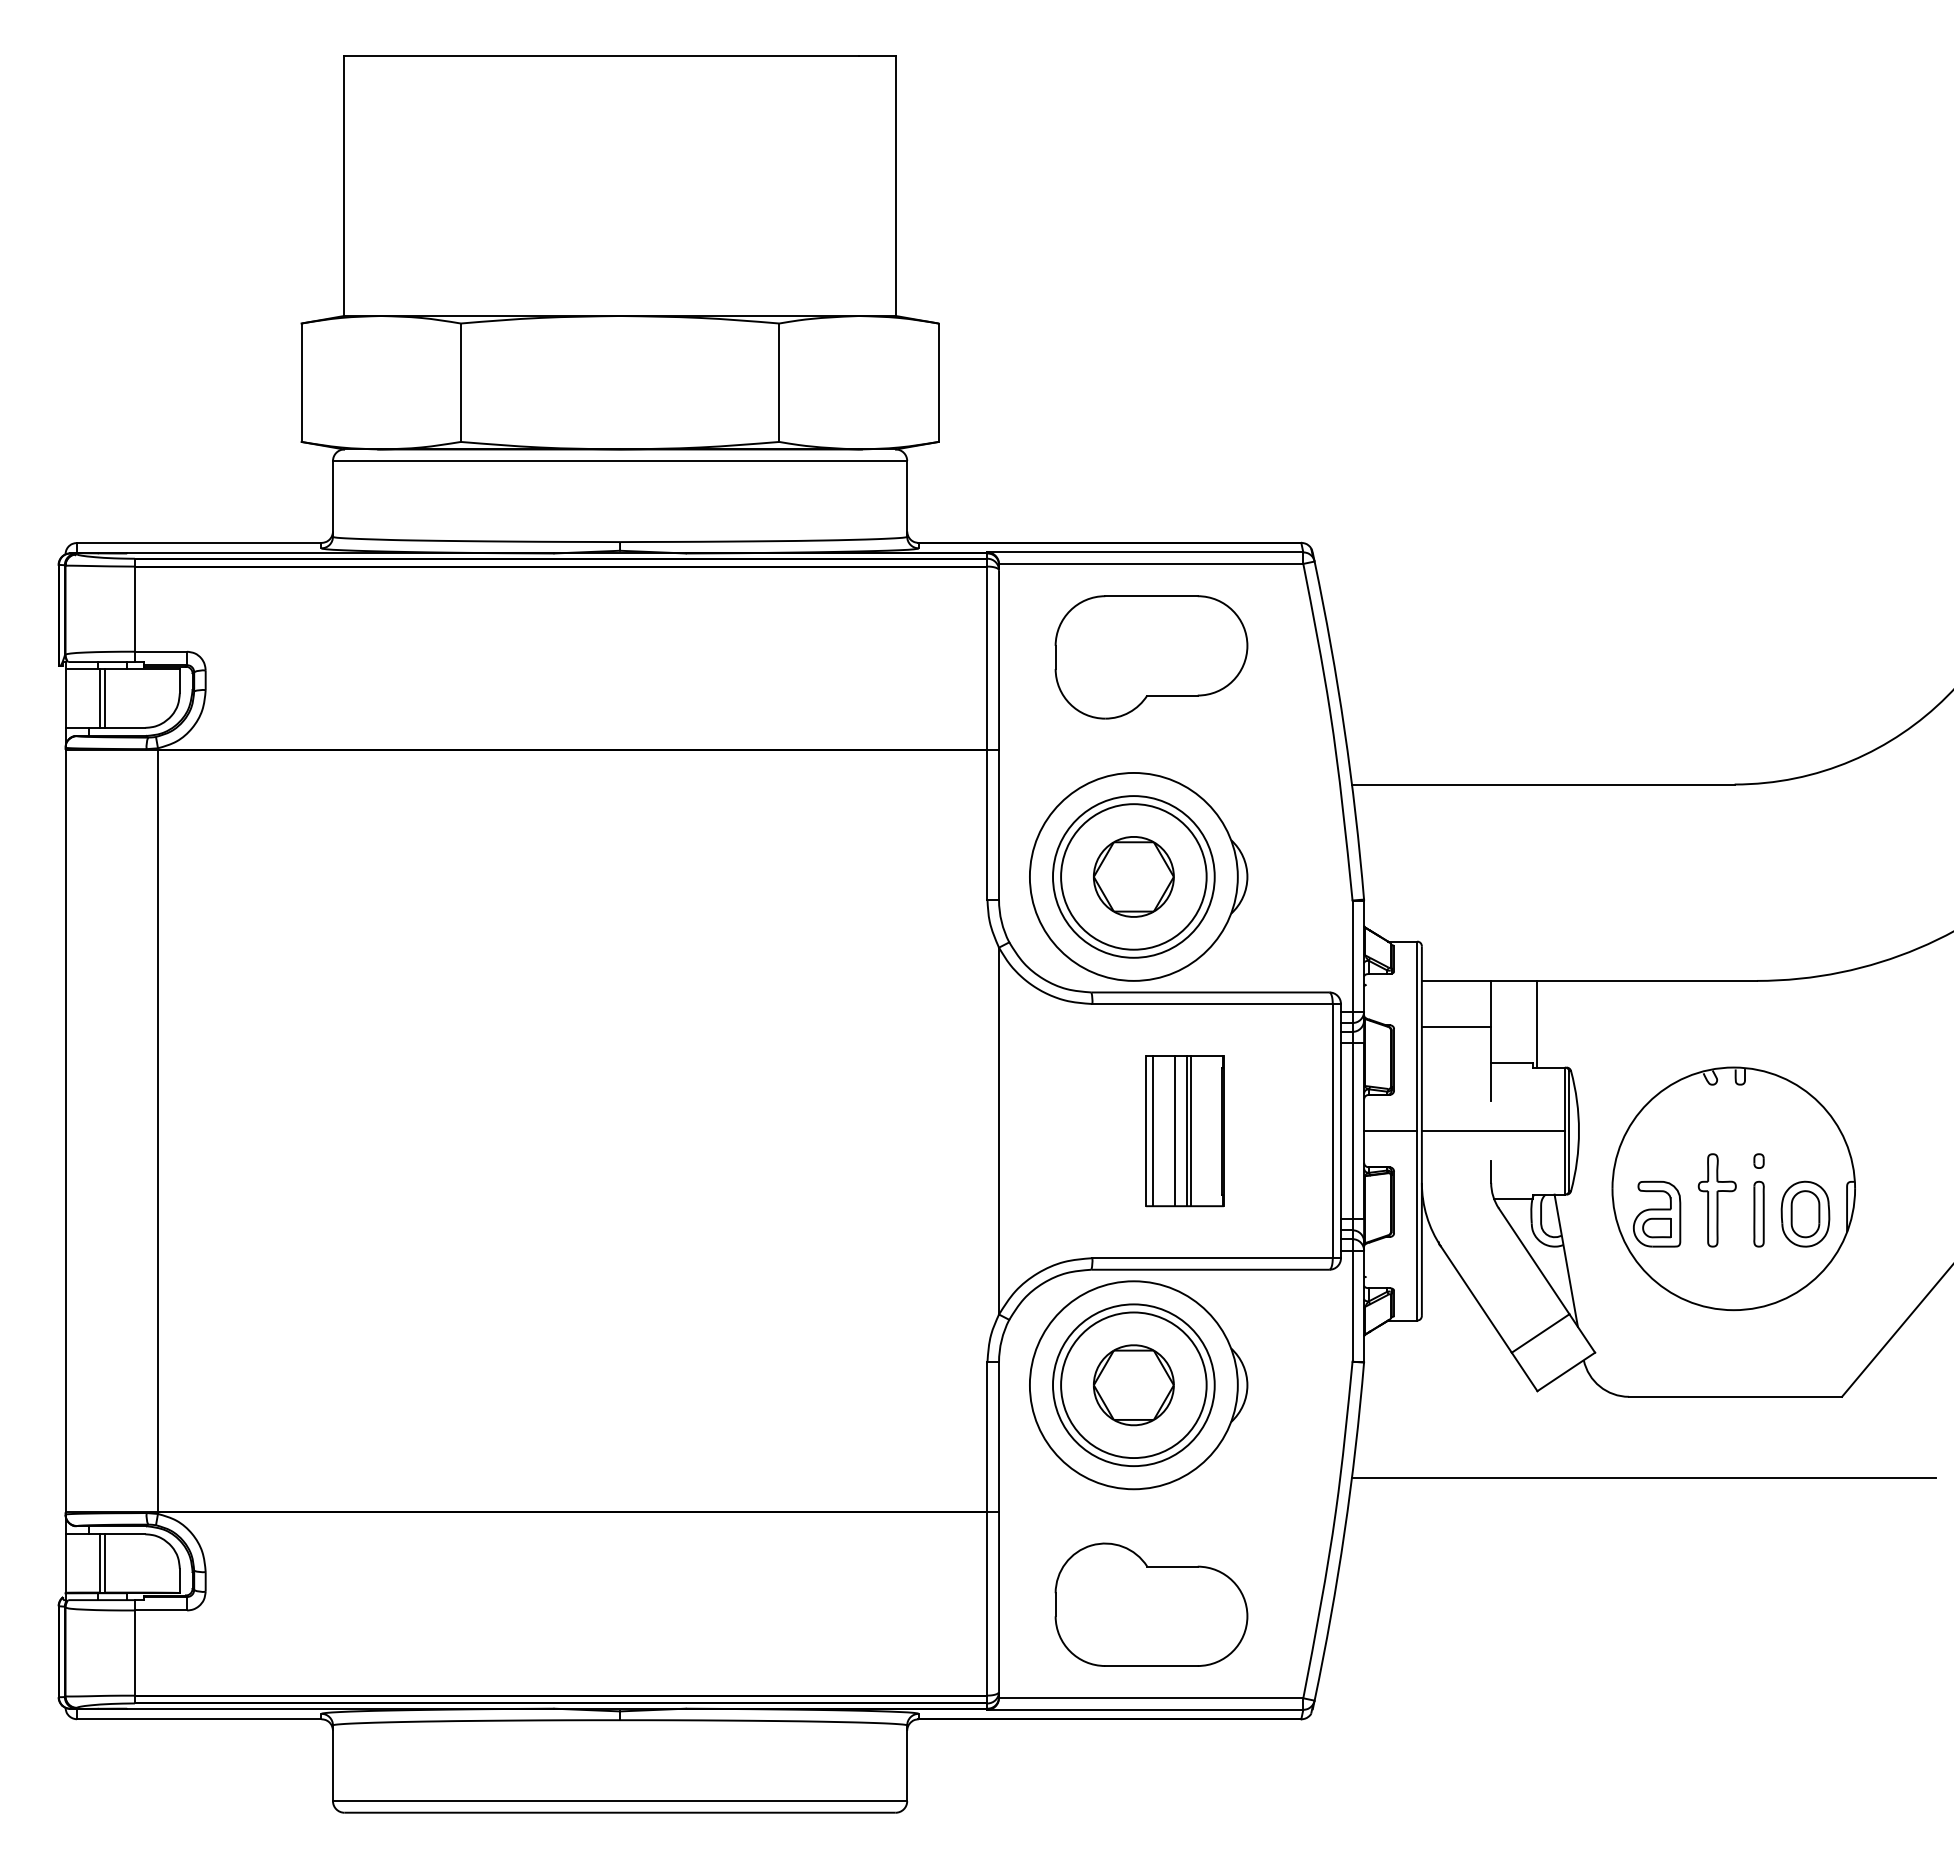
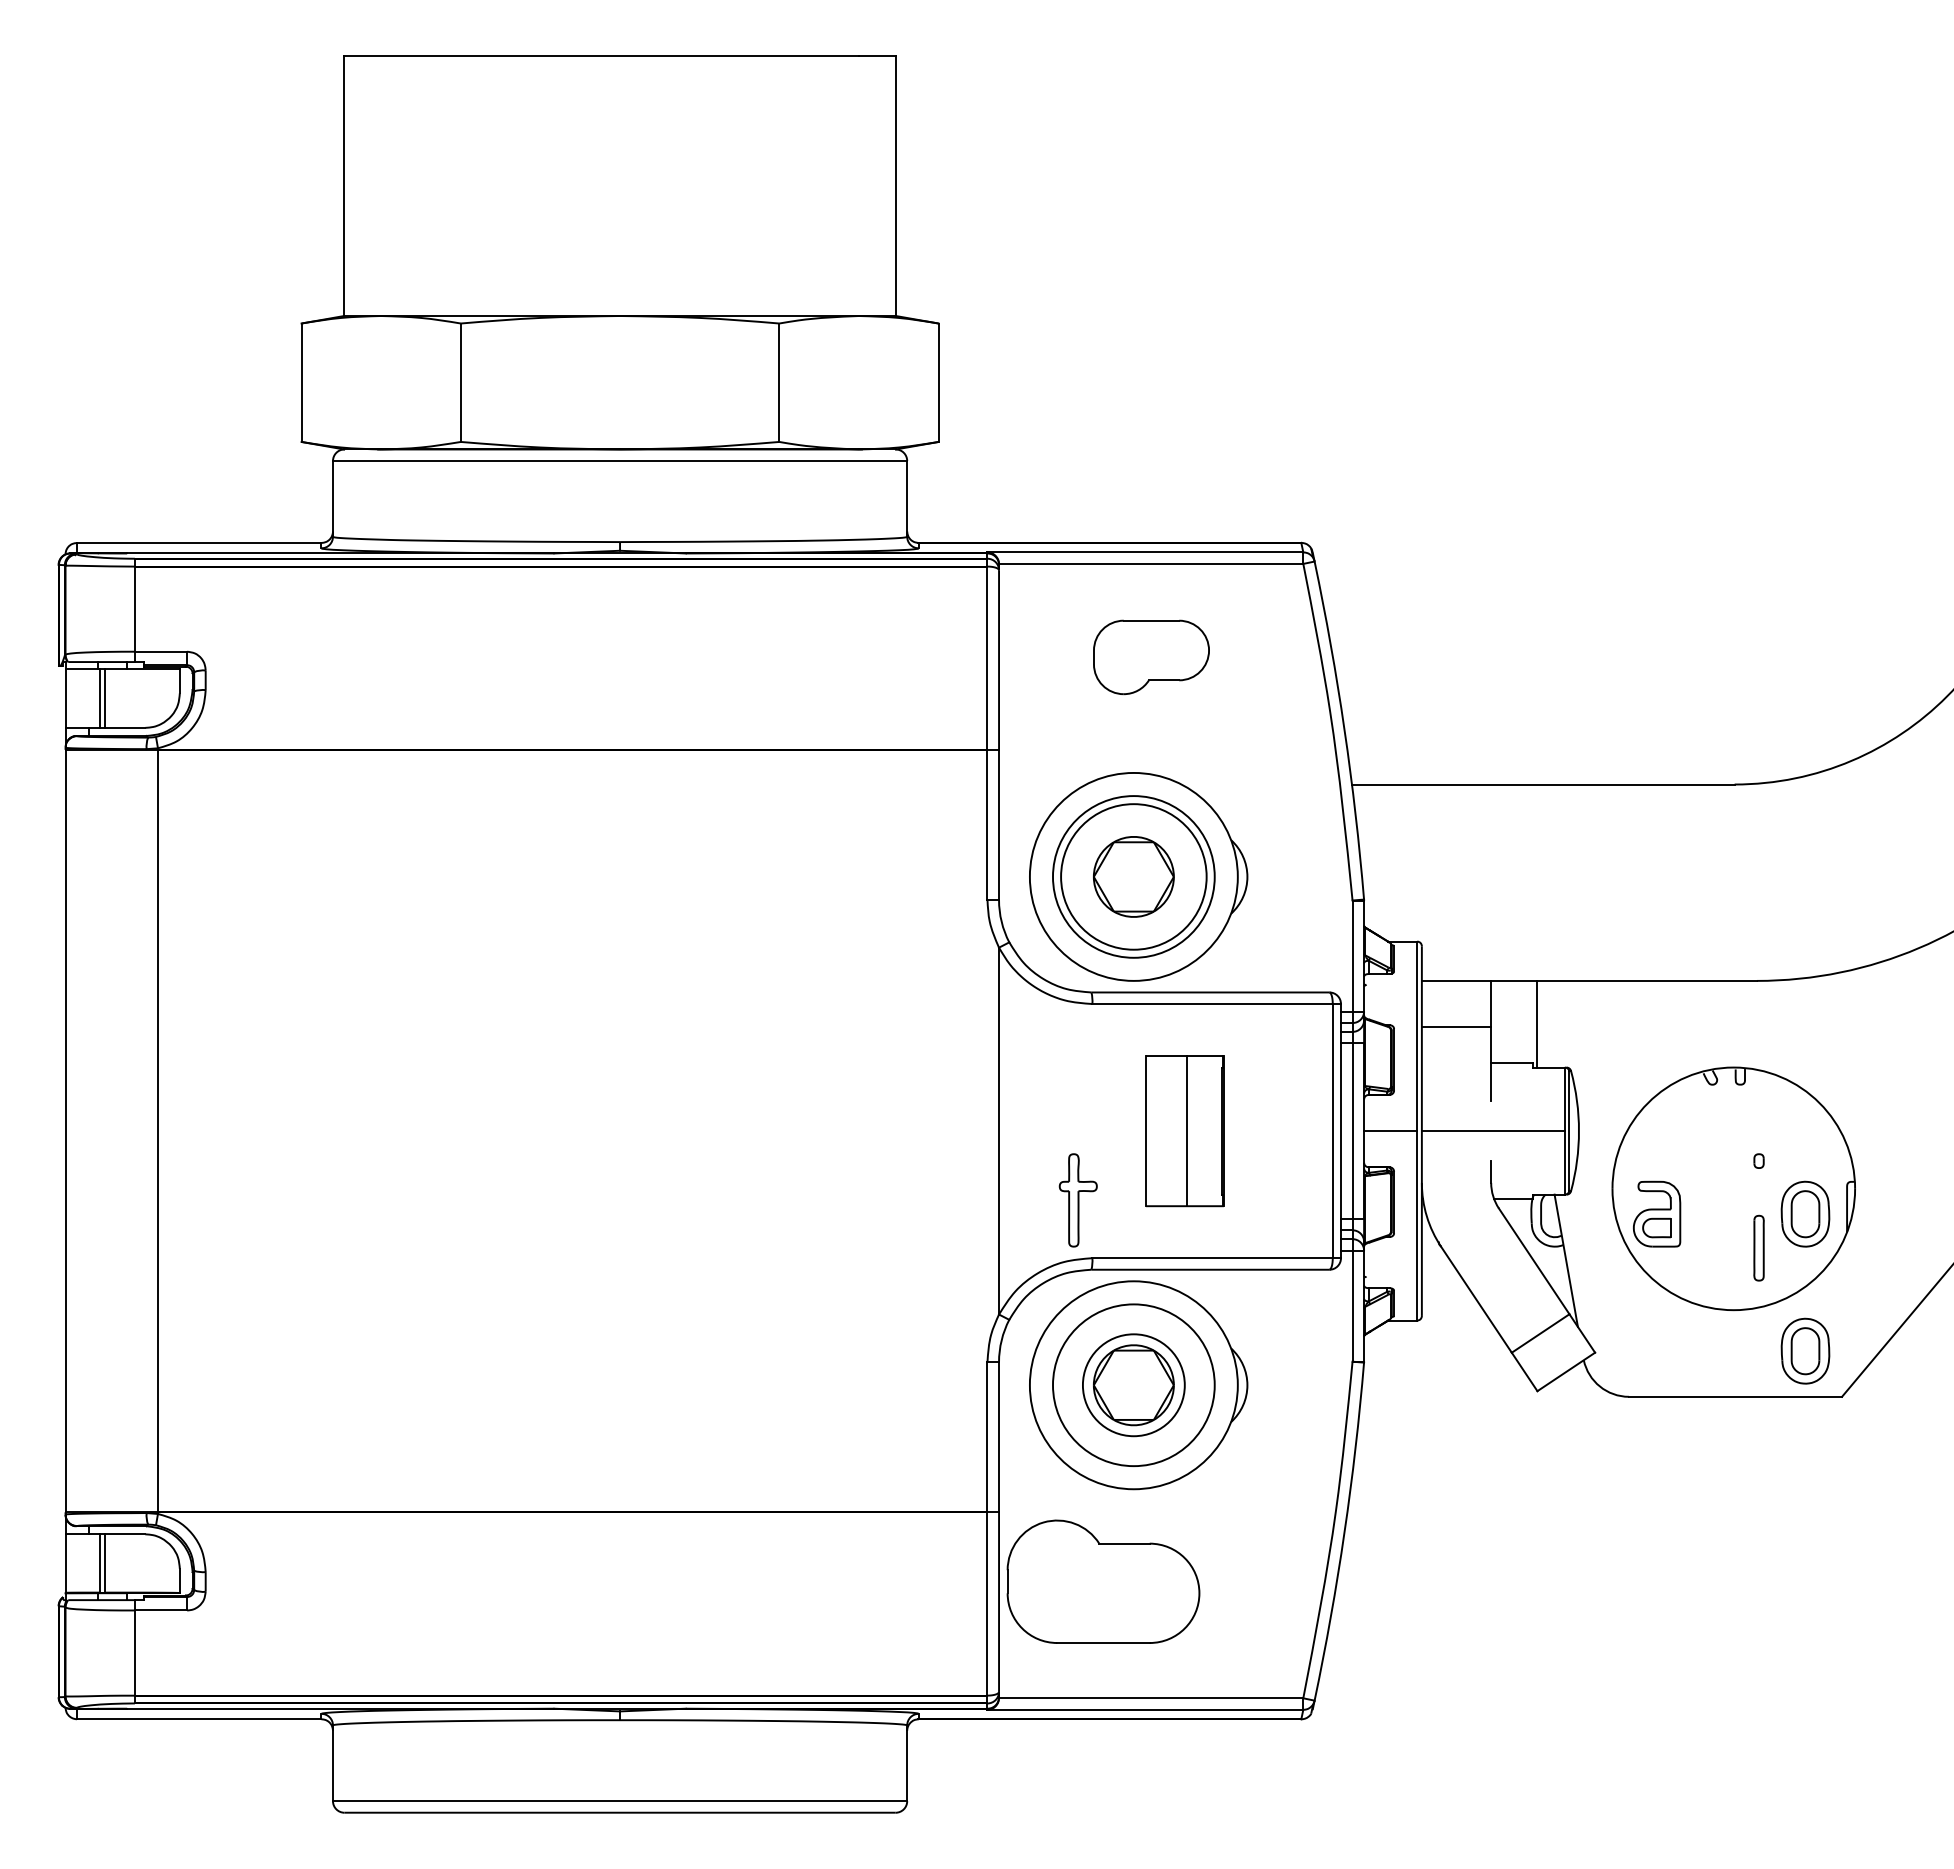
part at (1151, 657) size: 195x125 px -> 117x77 px
line at (1152, 1131): present -> none
line at (1175, 1131): present -> none
line at (1190, 1131): present -> none
part at (1716, 1200) position: (1716, 1200) -> (1077, 1200)
part at (1758, 1213) position: (1758, 1213) -> (1758, 1247)
part at (1805, 1350): none -> present
circle at (1133, 1385) diameter: 146 px -> 102 px
line at (1643, 1477): present -> none
part at (1151, 1604) position: (1151, 1604) -> (1103, 1581)
